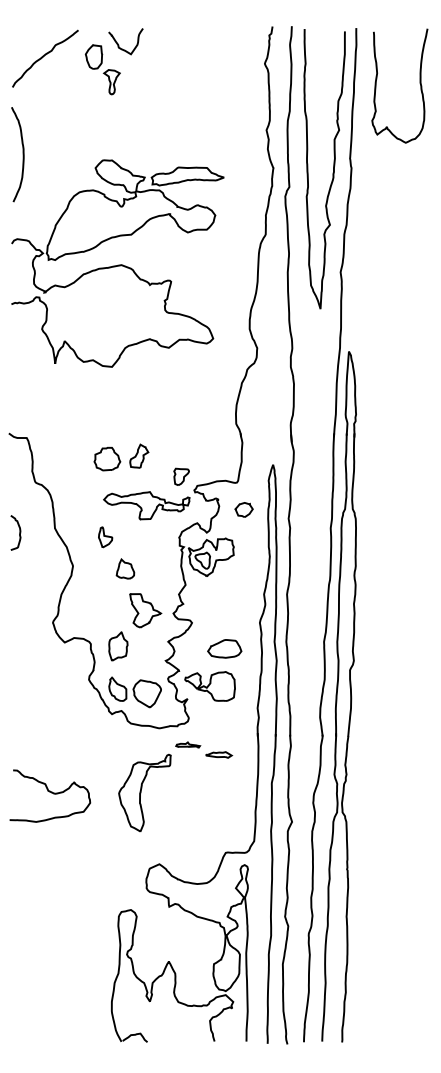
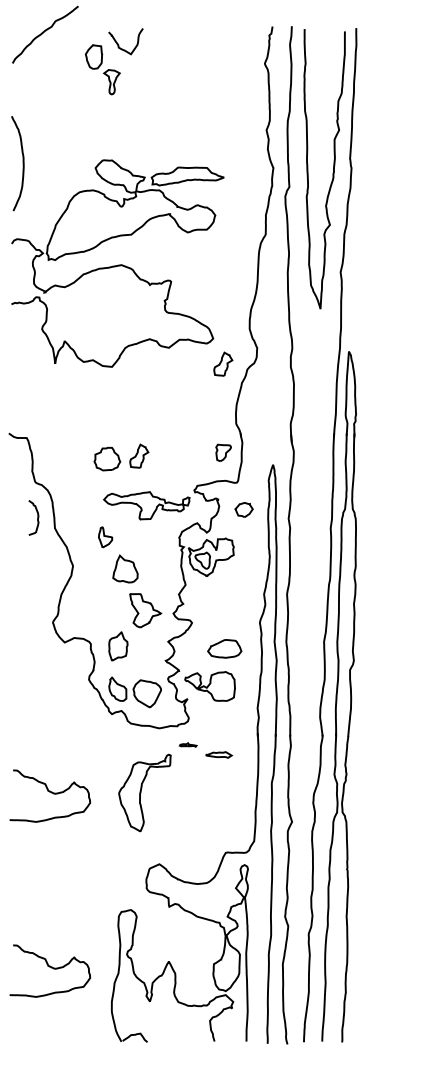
curve at (44, 56) position: (44, 56) -> (44, 32)
curve at (419, 83): present -> none
curve at (22, 154) position: (22, 154) -> (22, 163)
part at (223, 363): none -> present
part at (181, 476) position: (181, 476) -> (223, 452)
curve at (19, 532) position: (19, 532) -> (37, 517)
part at (125, 568) size: 21x22 px -> 27x30 px
part at (188, 744) size: 27x8 px -> 20x6 px
curve at (51, 968): none -> present
